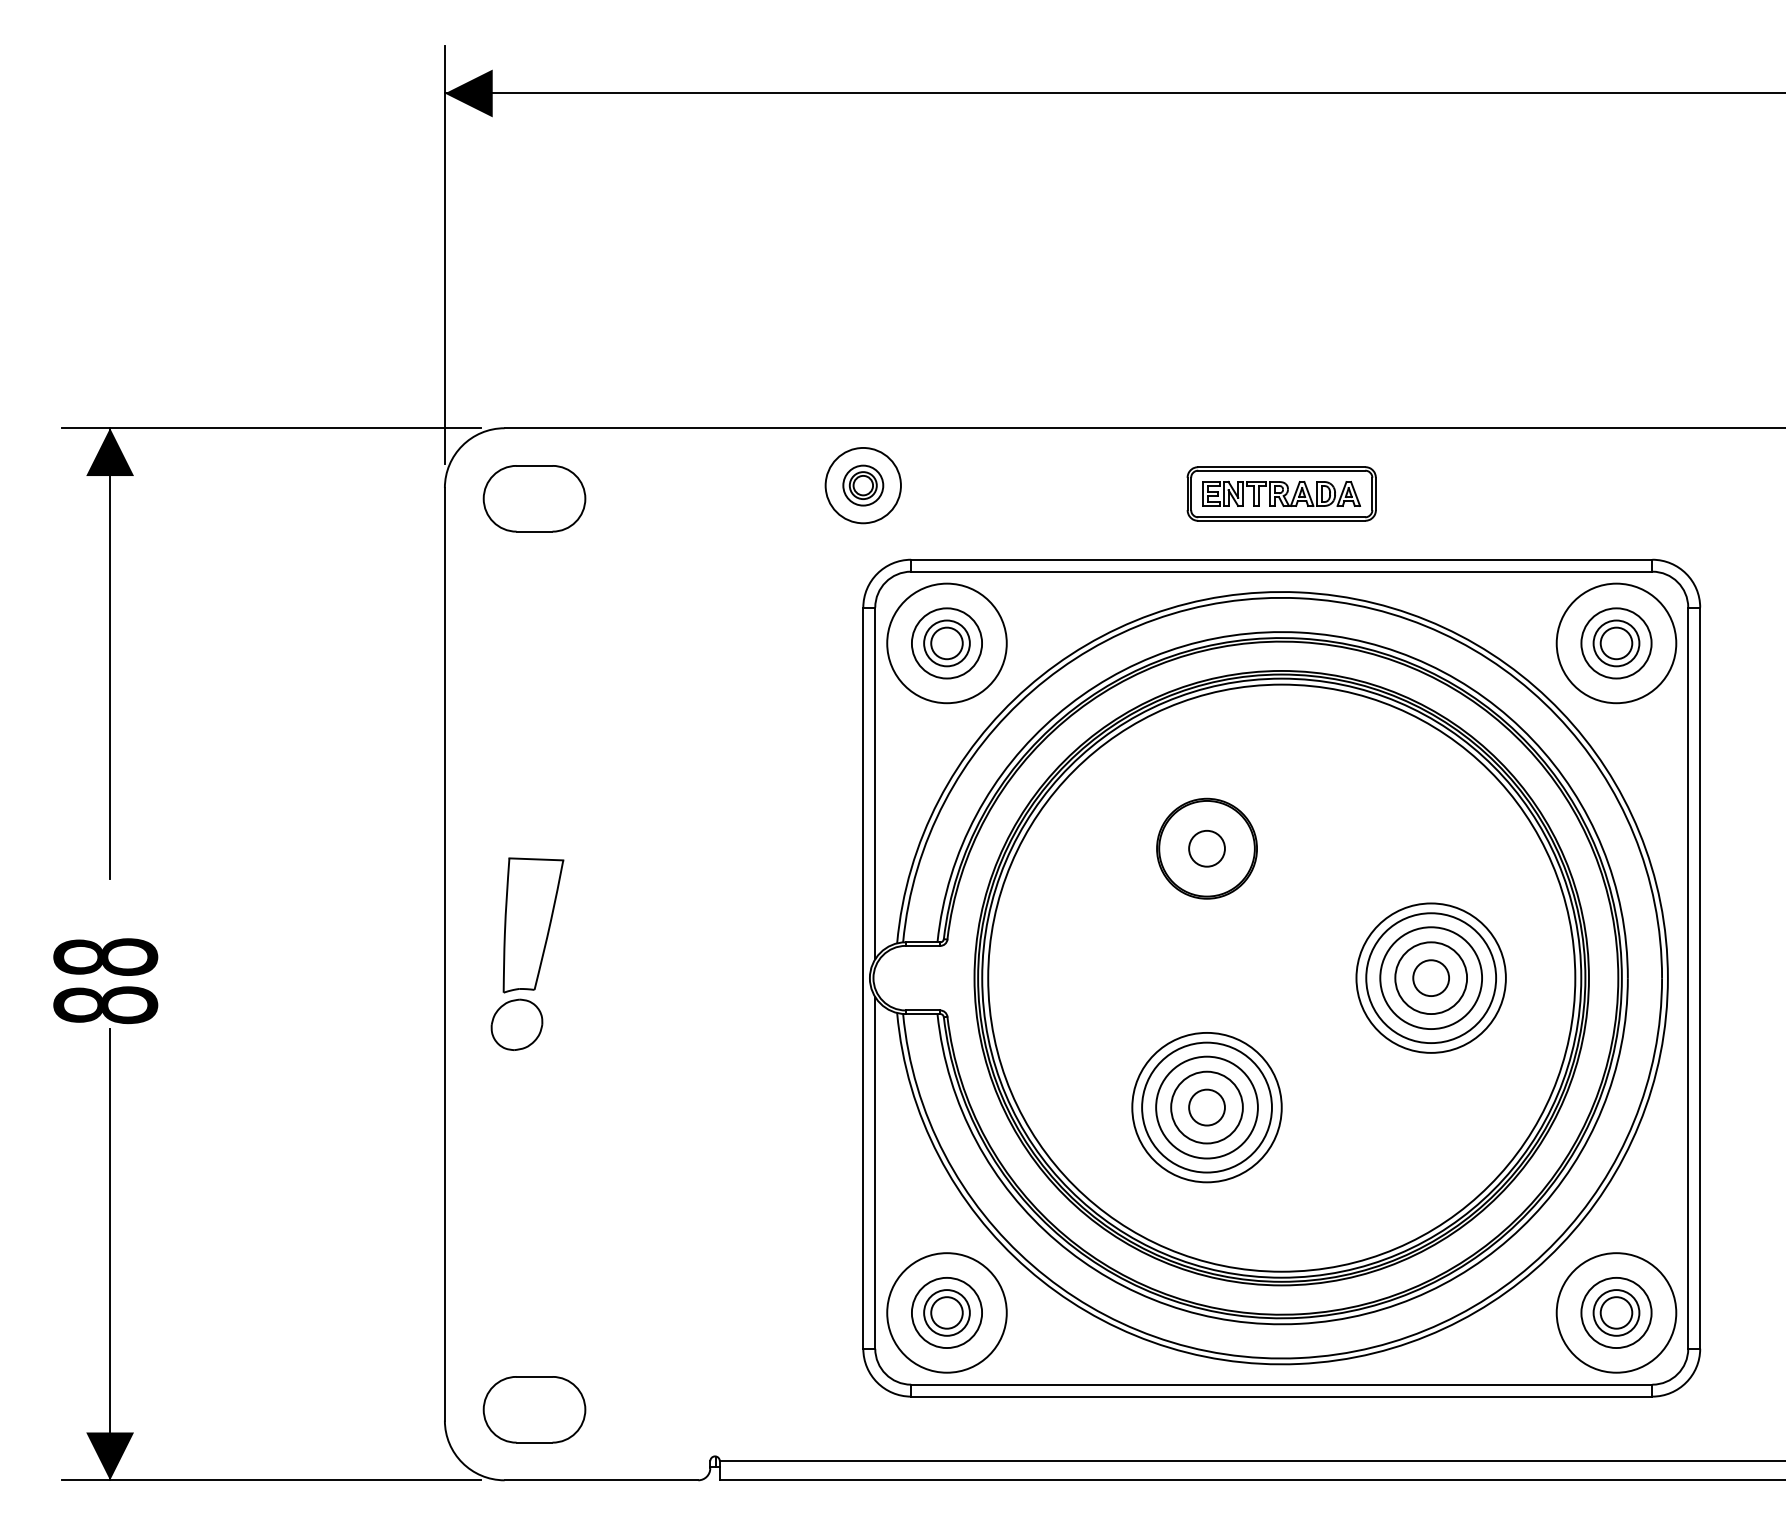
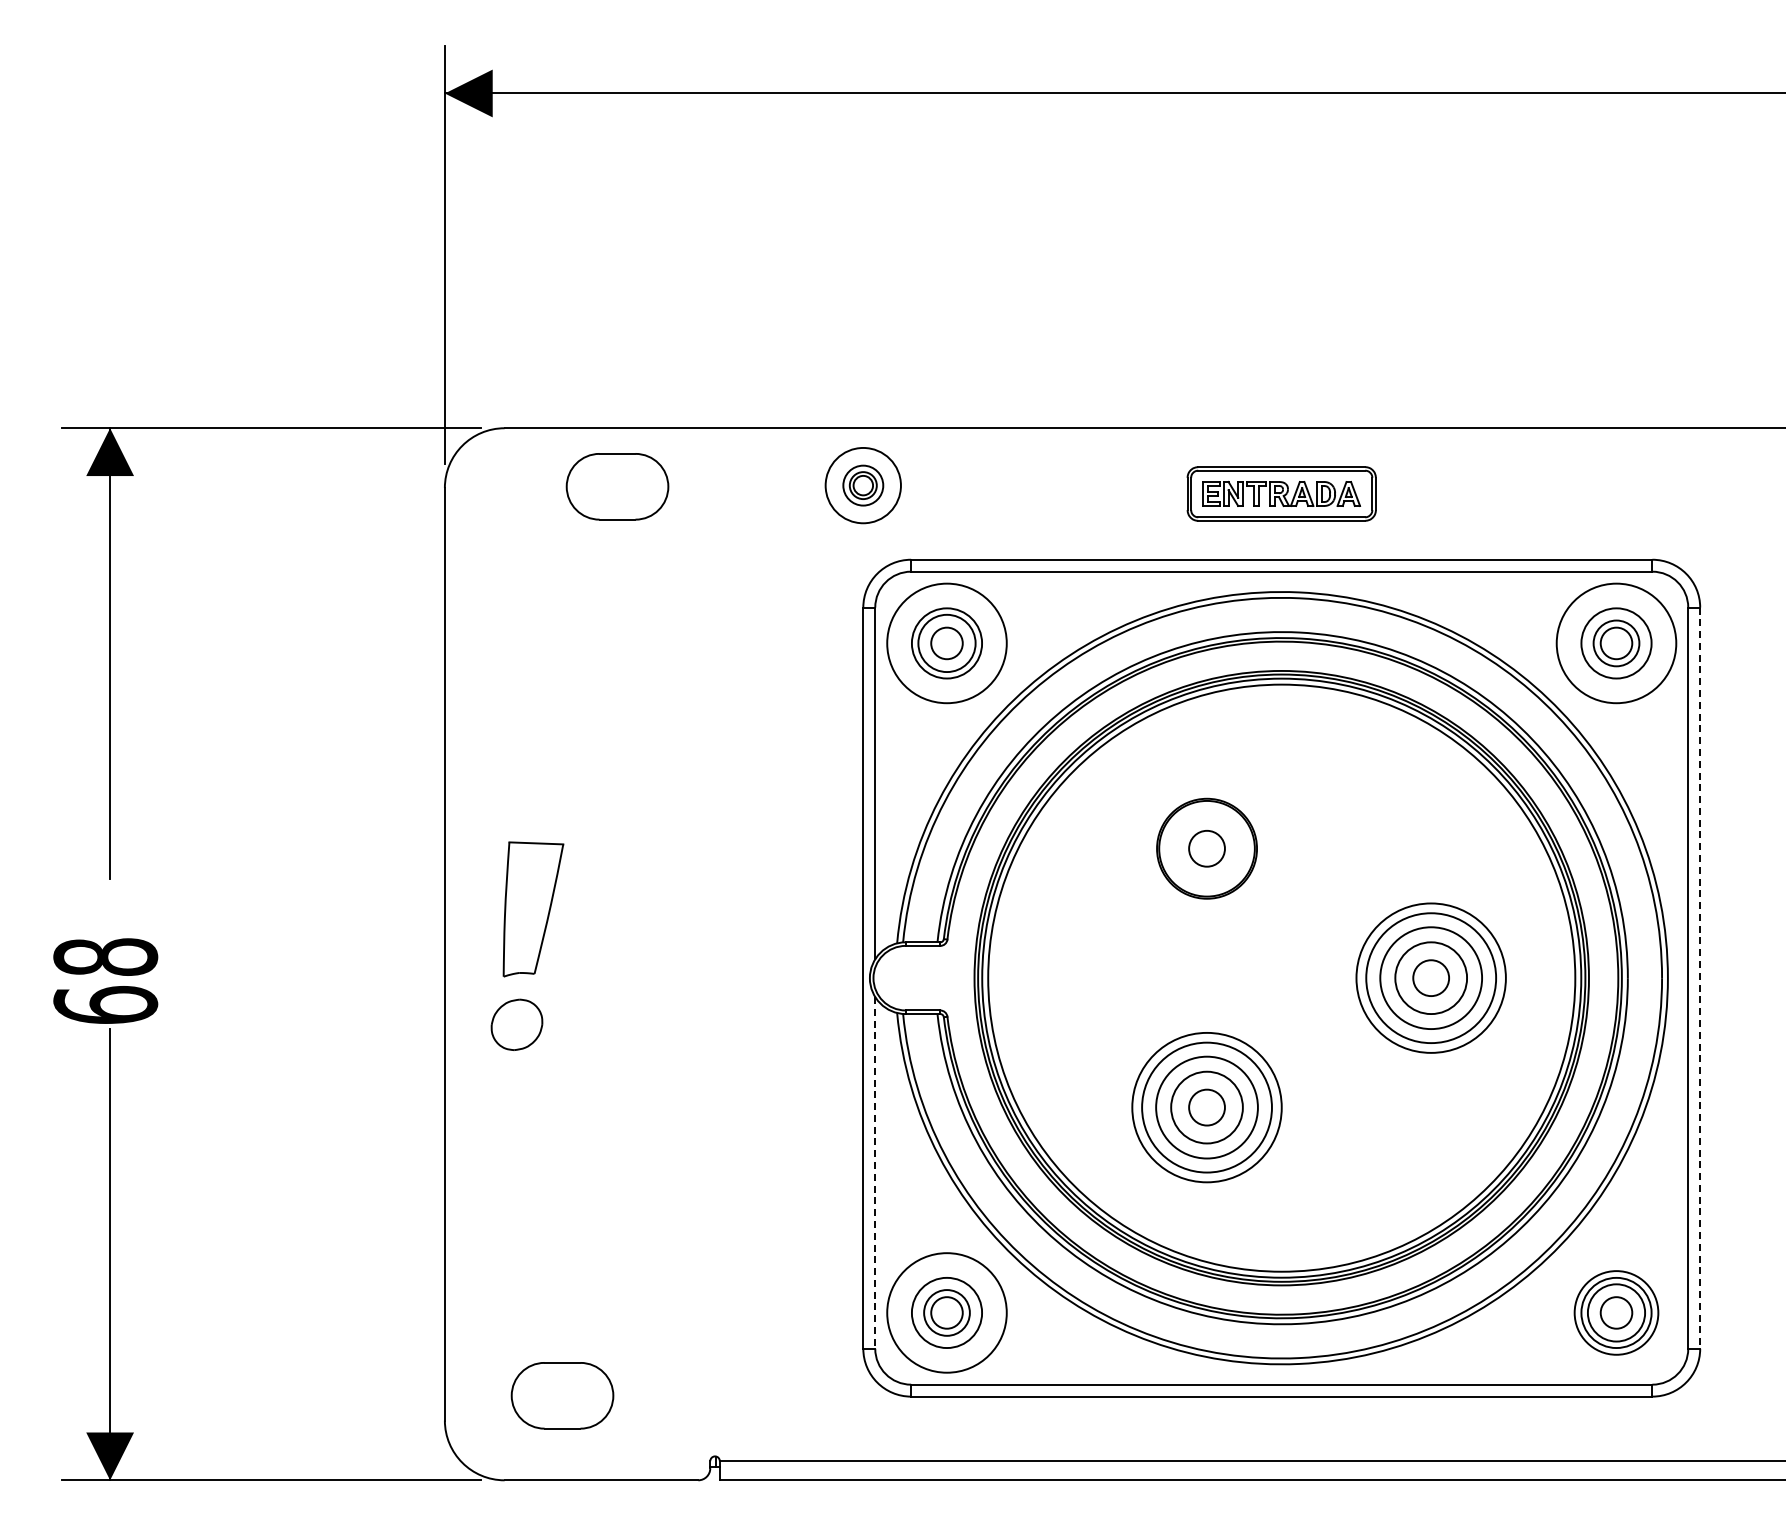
part at (534, 498) position: (534, 498) -> (617, 486)
circle at (946, 643) diameter: 46 px -> 57 px
part at (533, 925) position: (533, 925) -> (533, 909)
line at (1700, 978): solid -> dashed
text at (105, 1005): 88 -> 68
line at (875, 1172): solid -> dashed
circle at (1616, 1312) diameter: 120 px -> 84 px
circle at (1616, 1312) diameter: 46 px -> 57 px
part at (534, 1409) position: (534, 1409) -> (562, 1395)
